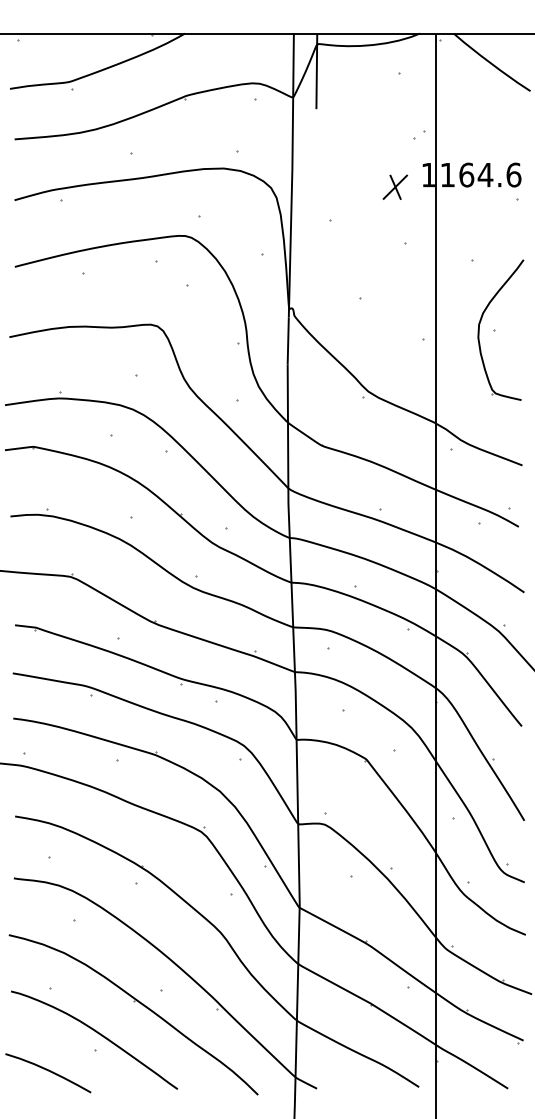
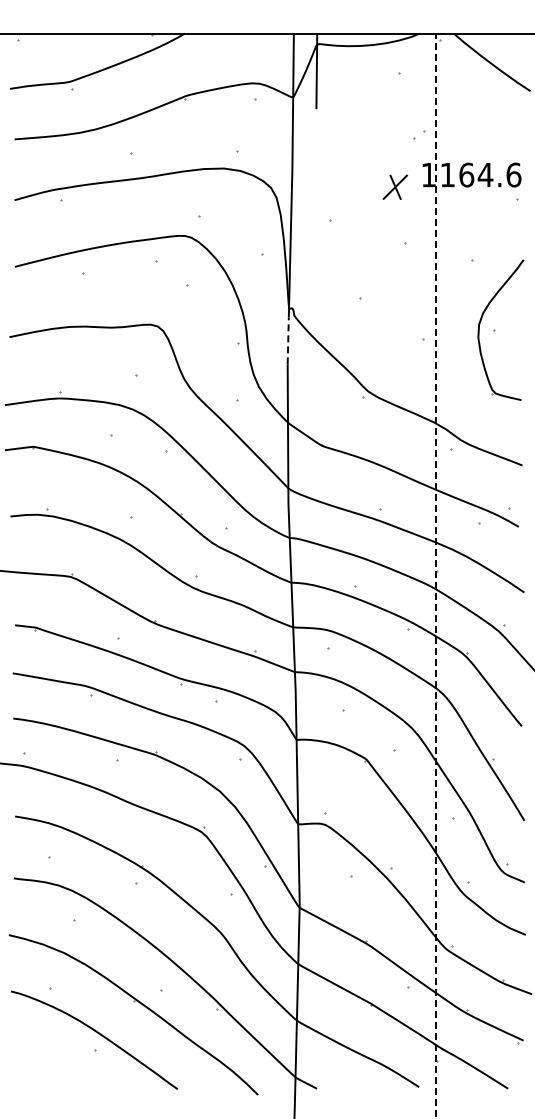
line at (288, 340): solid -> dashed
line at (436, 576): solid -> dashed
curve at (48, 1071): present -> none
